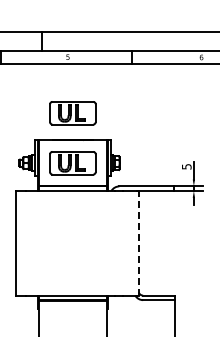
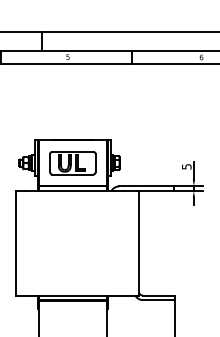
part at (72, 113): present -> none
line at (138, 242): dashed -> solid
